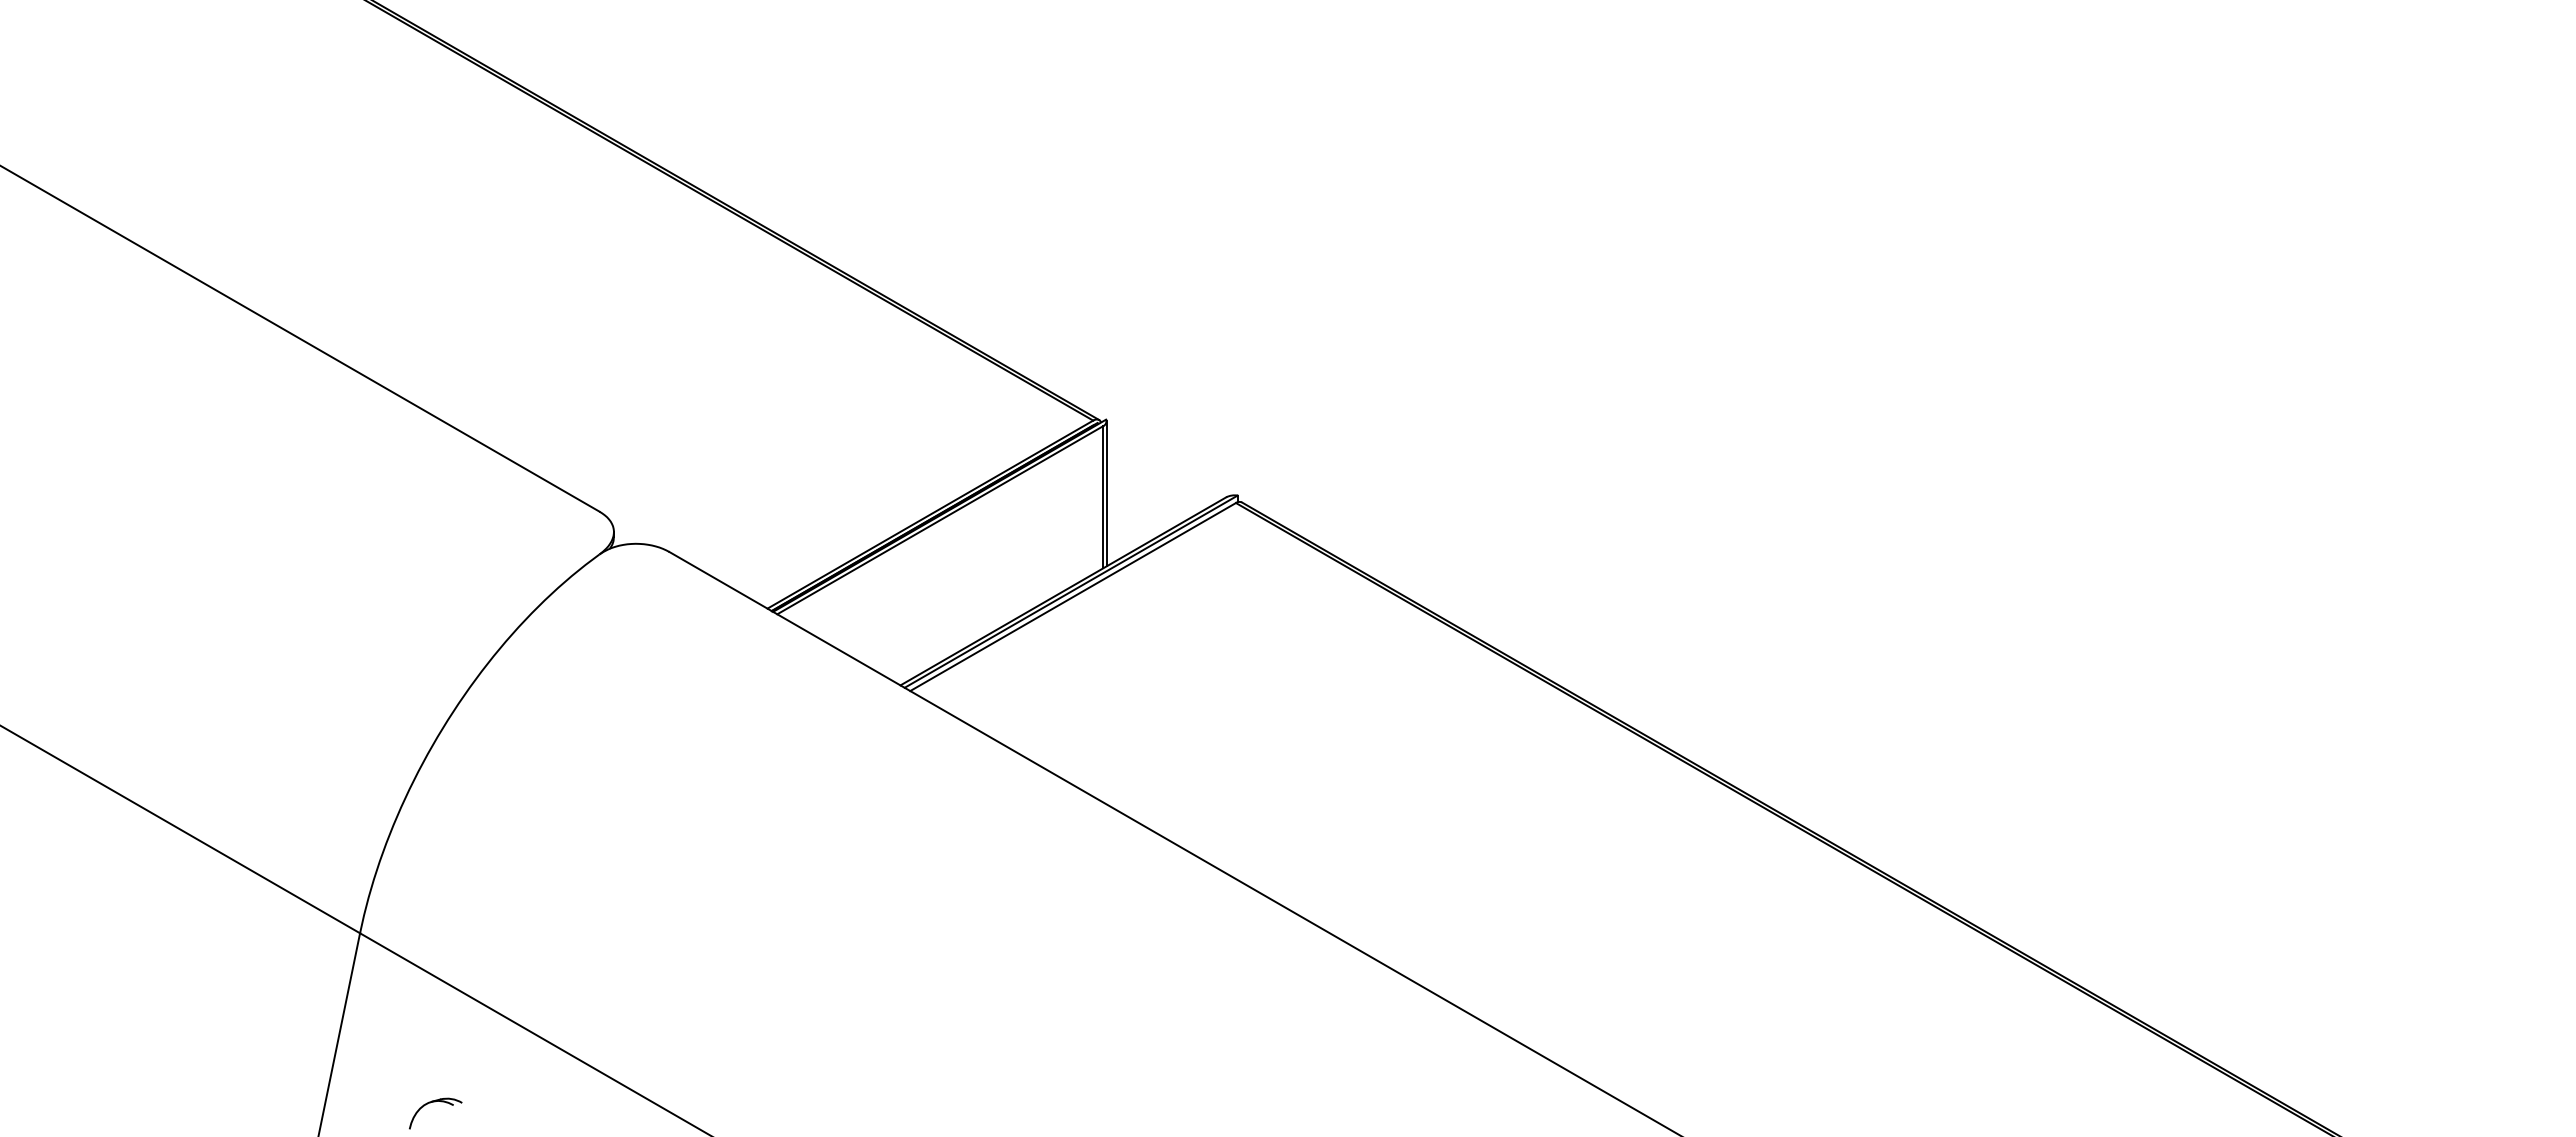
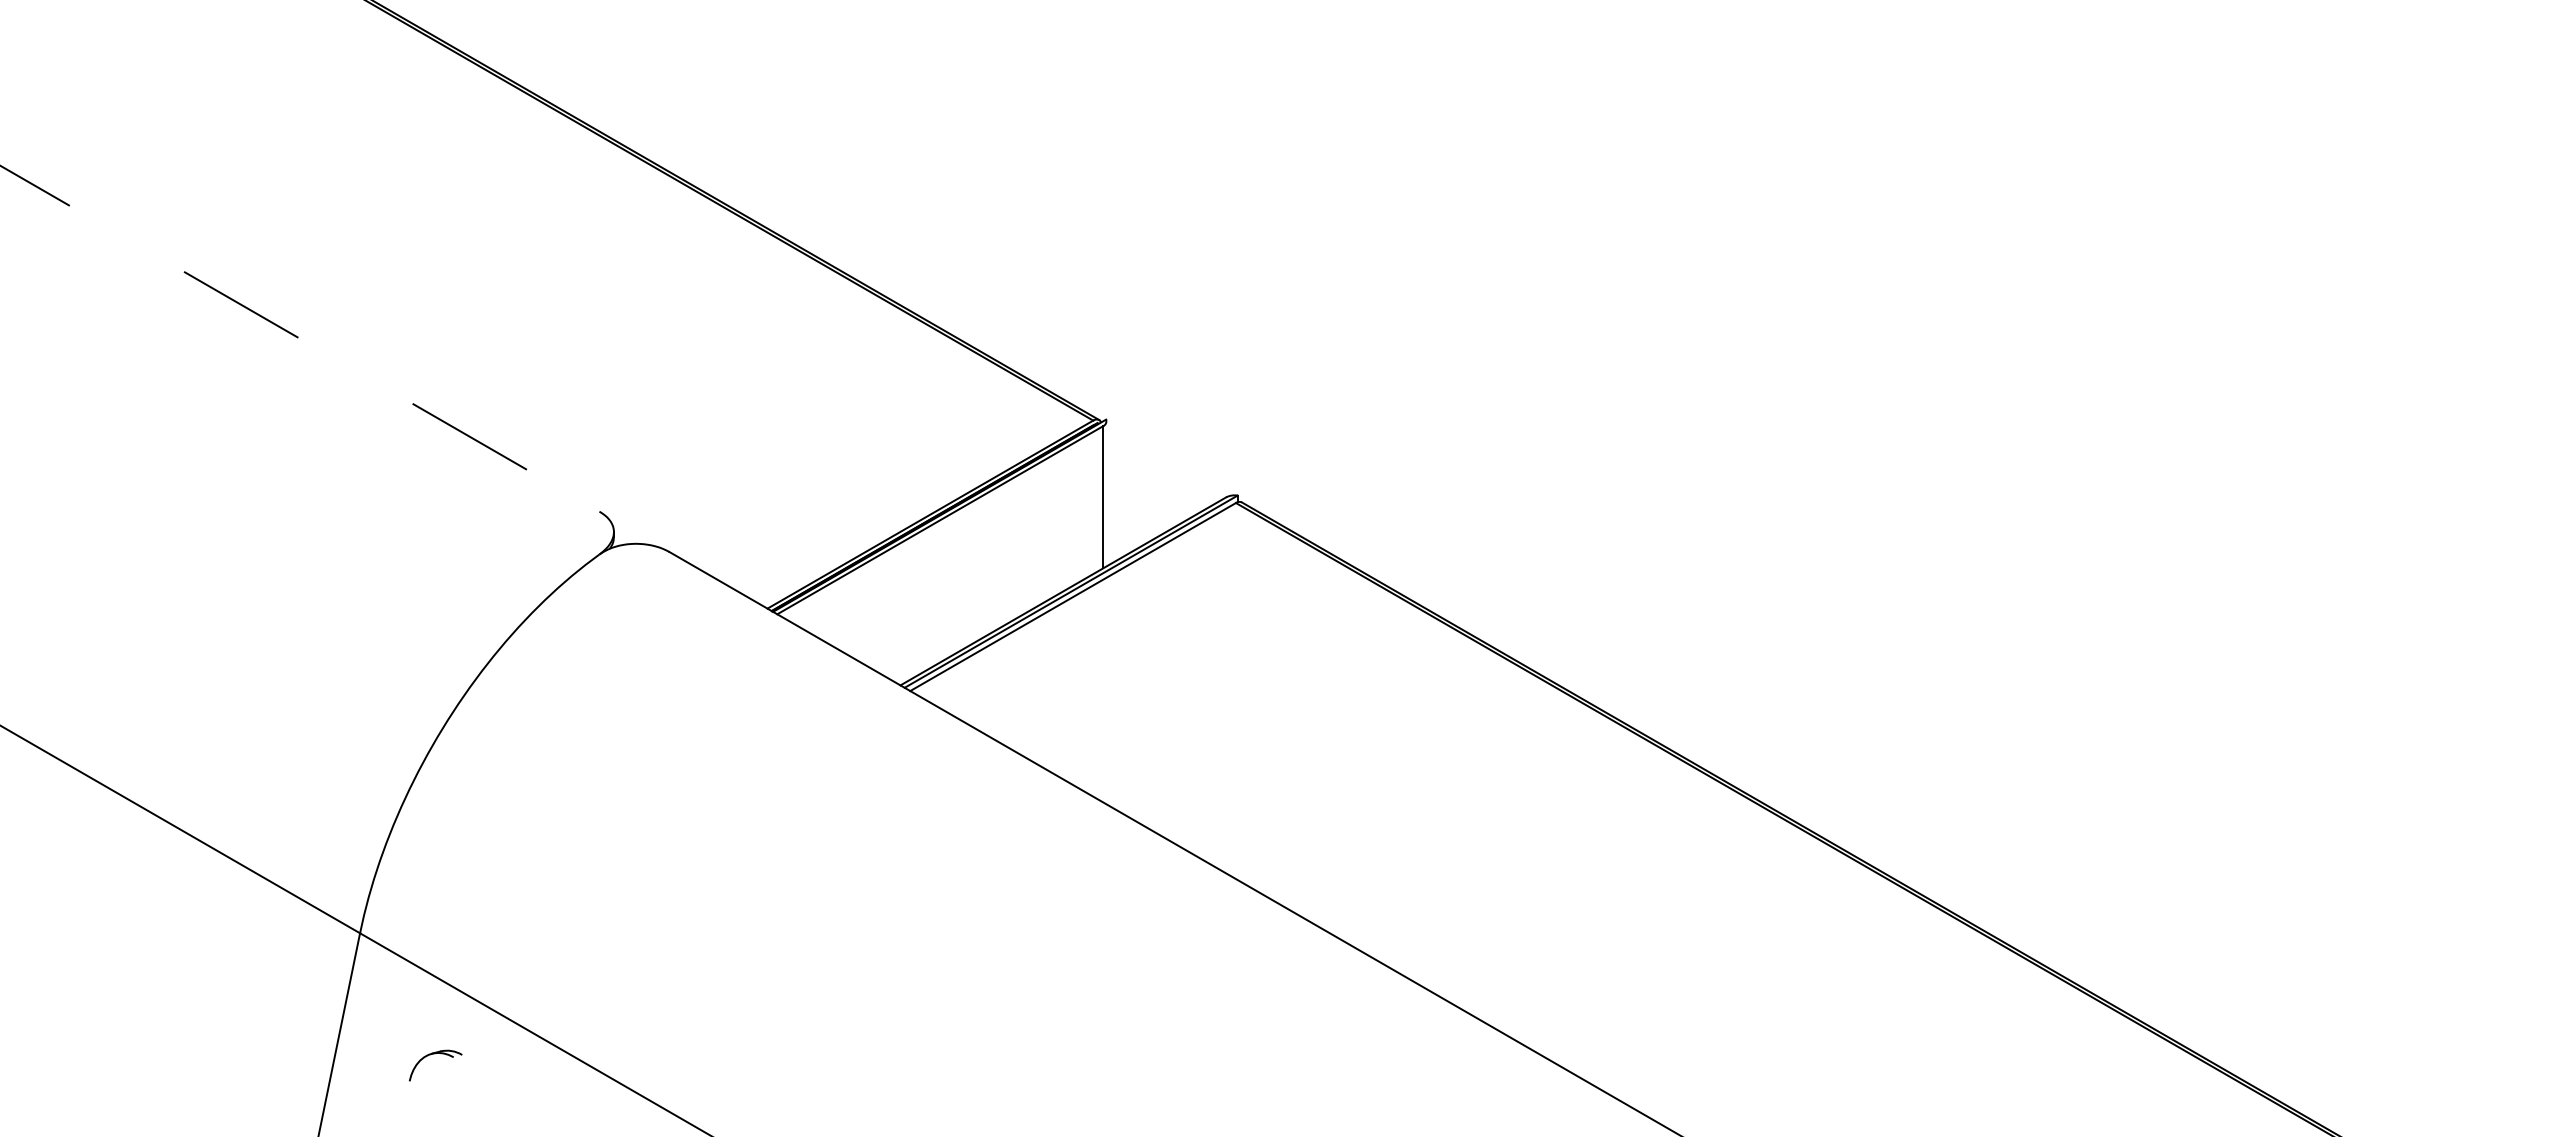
line at (299, 338): solid -> dashed
line at (1106, 493): present -> none
part at (435, 1102) position: (435, 1102) -> (435, 1054)
